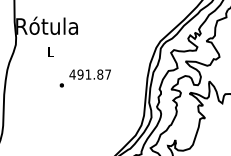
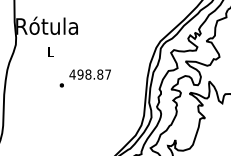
text at (88, 74): 491.87 -> 498.87
